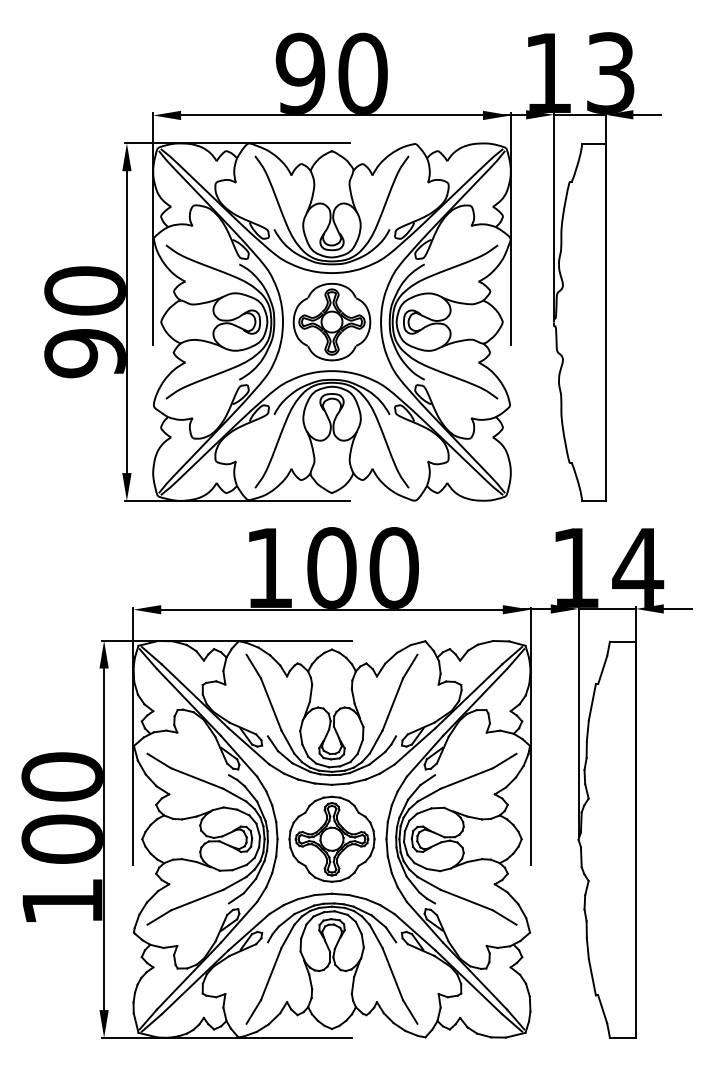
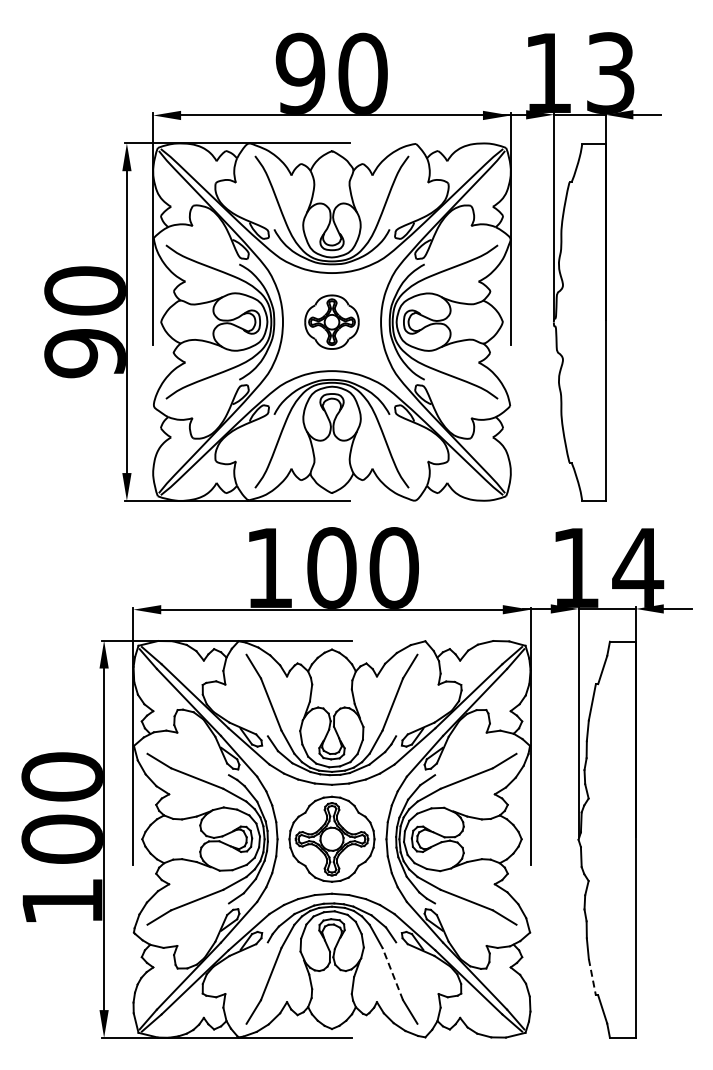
part at (331, 322) size: 80x79 px -> 56x56 px
line at (392, 973): solid -> dashed
line at (592, 977): solid -> dashed
